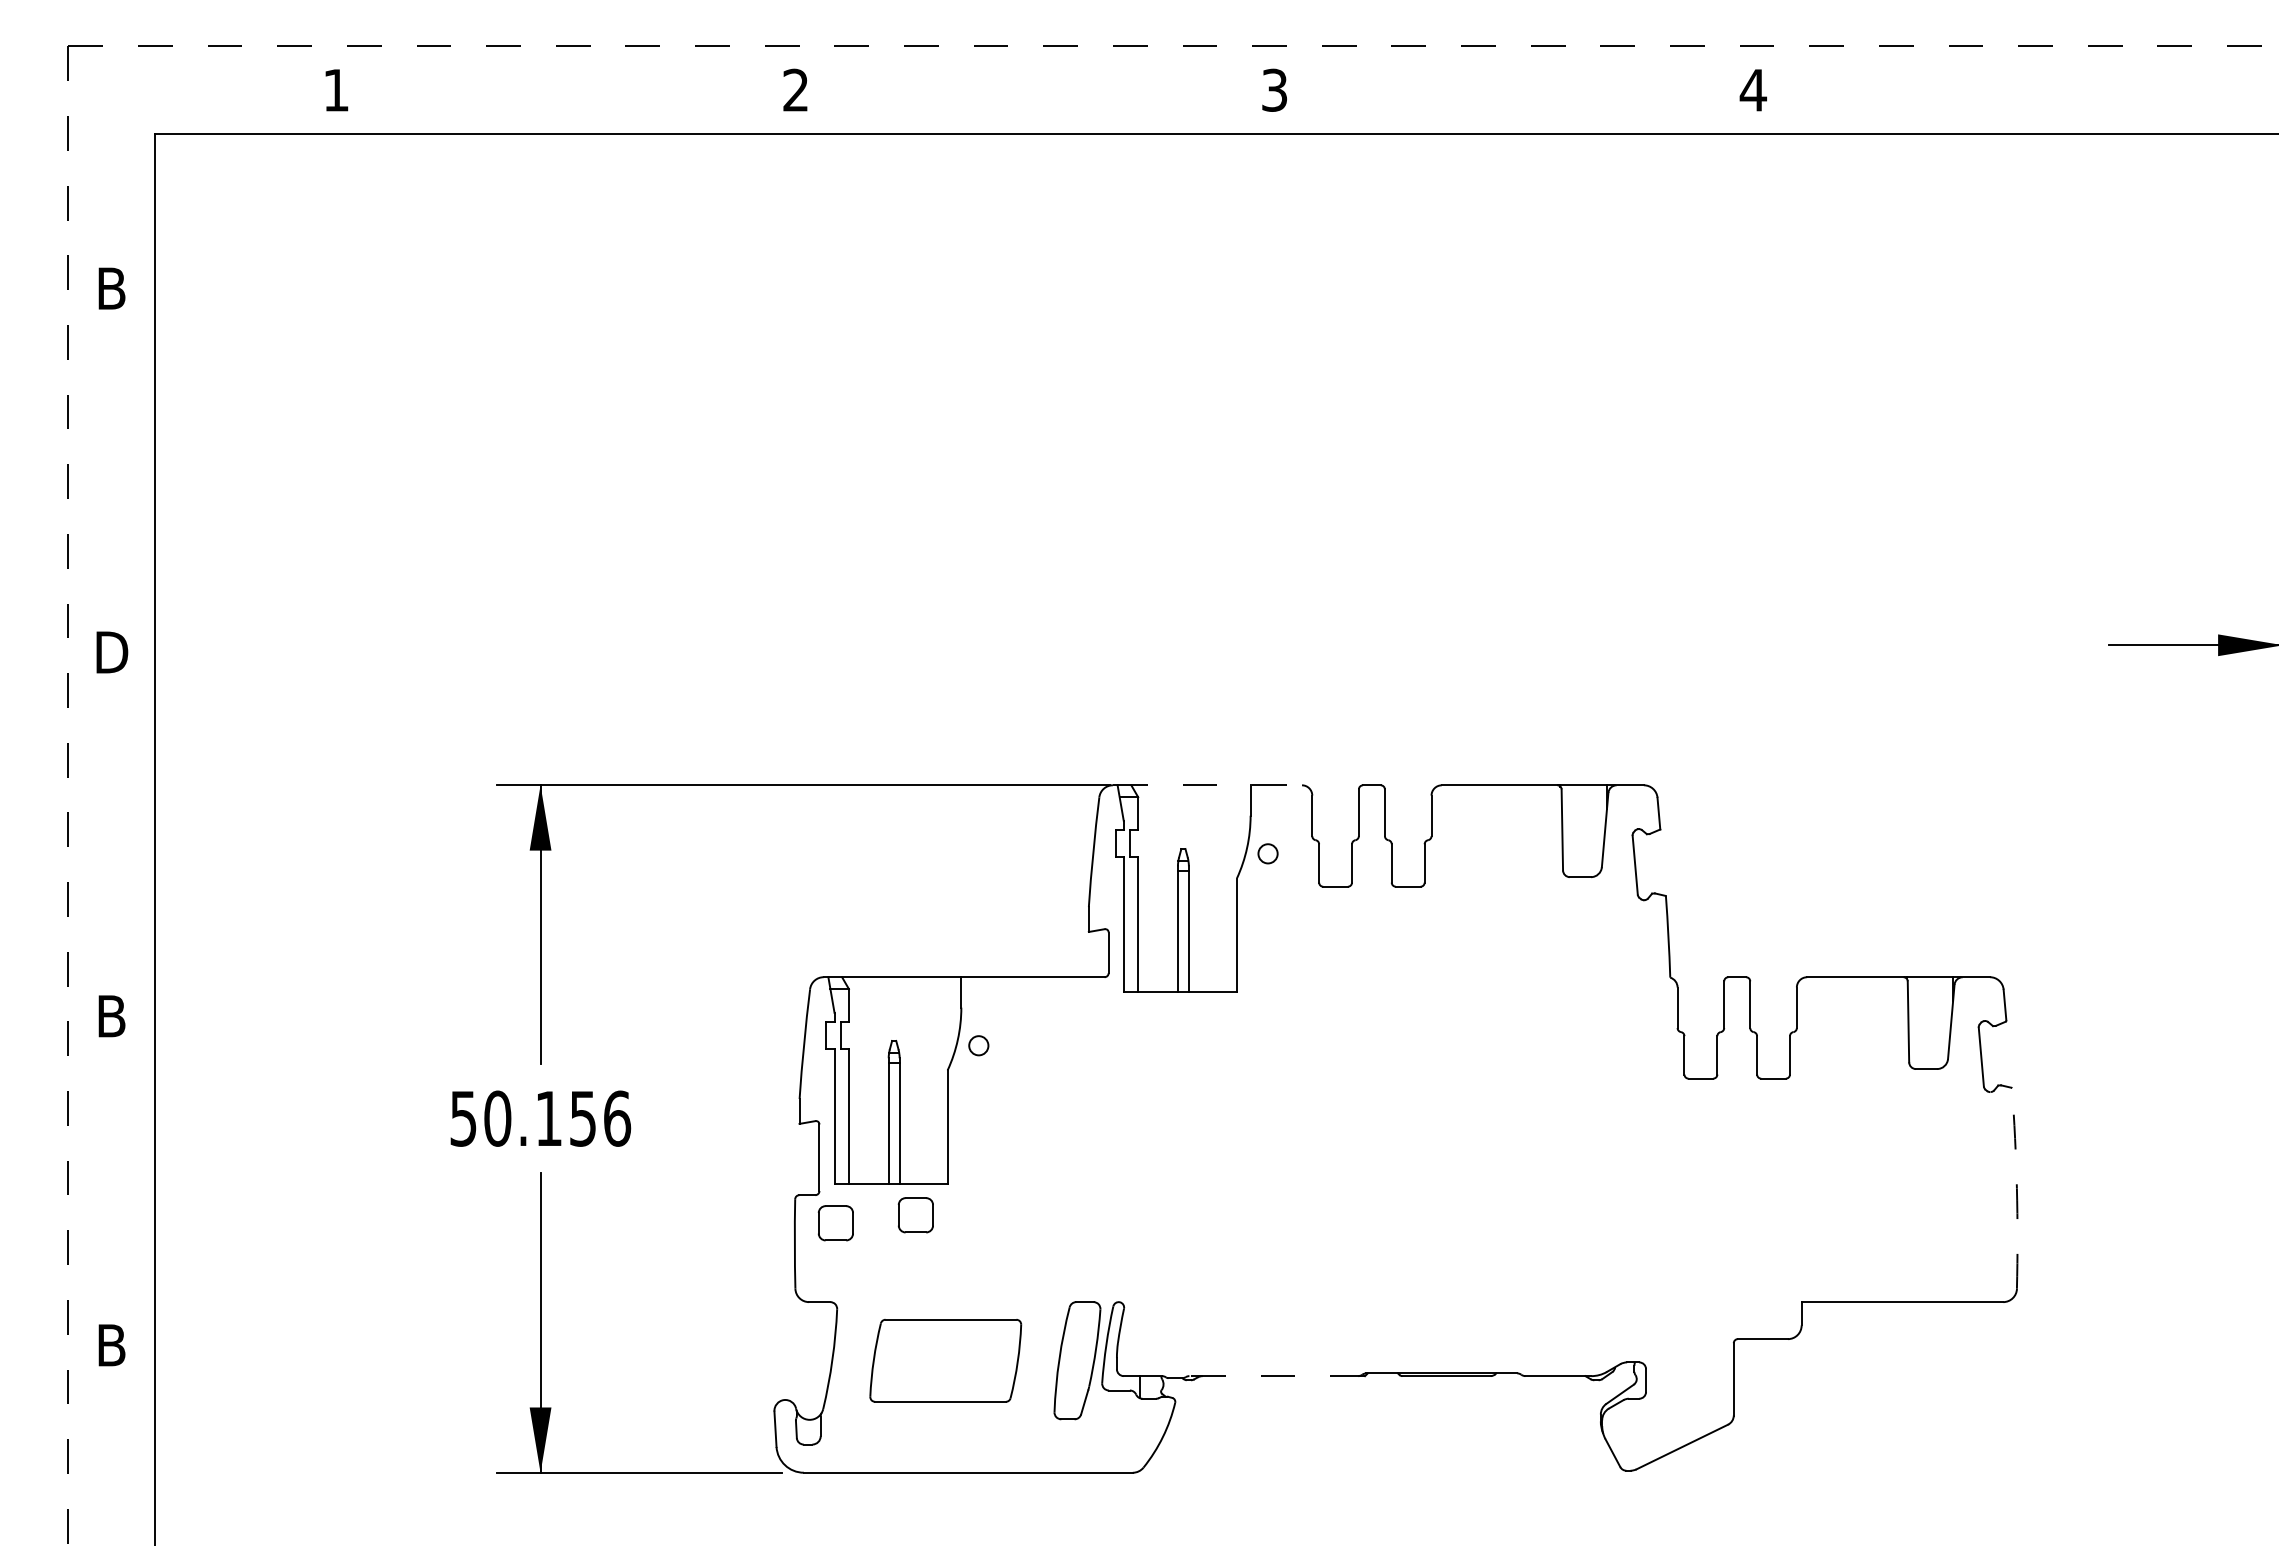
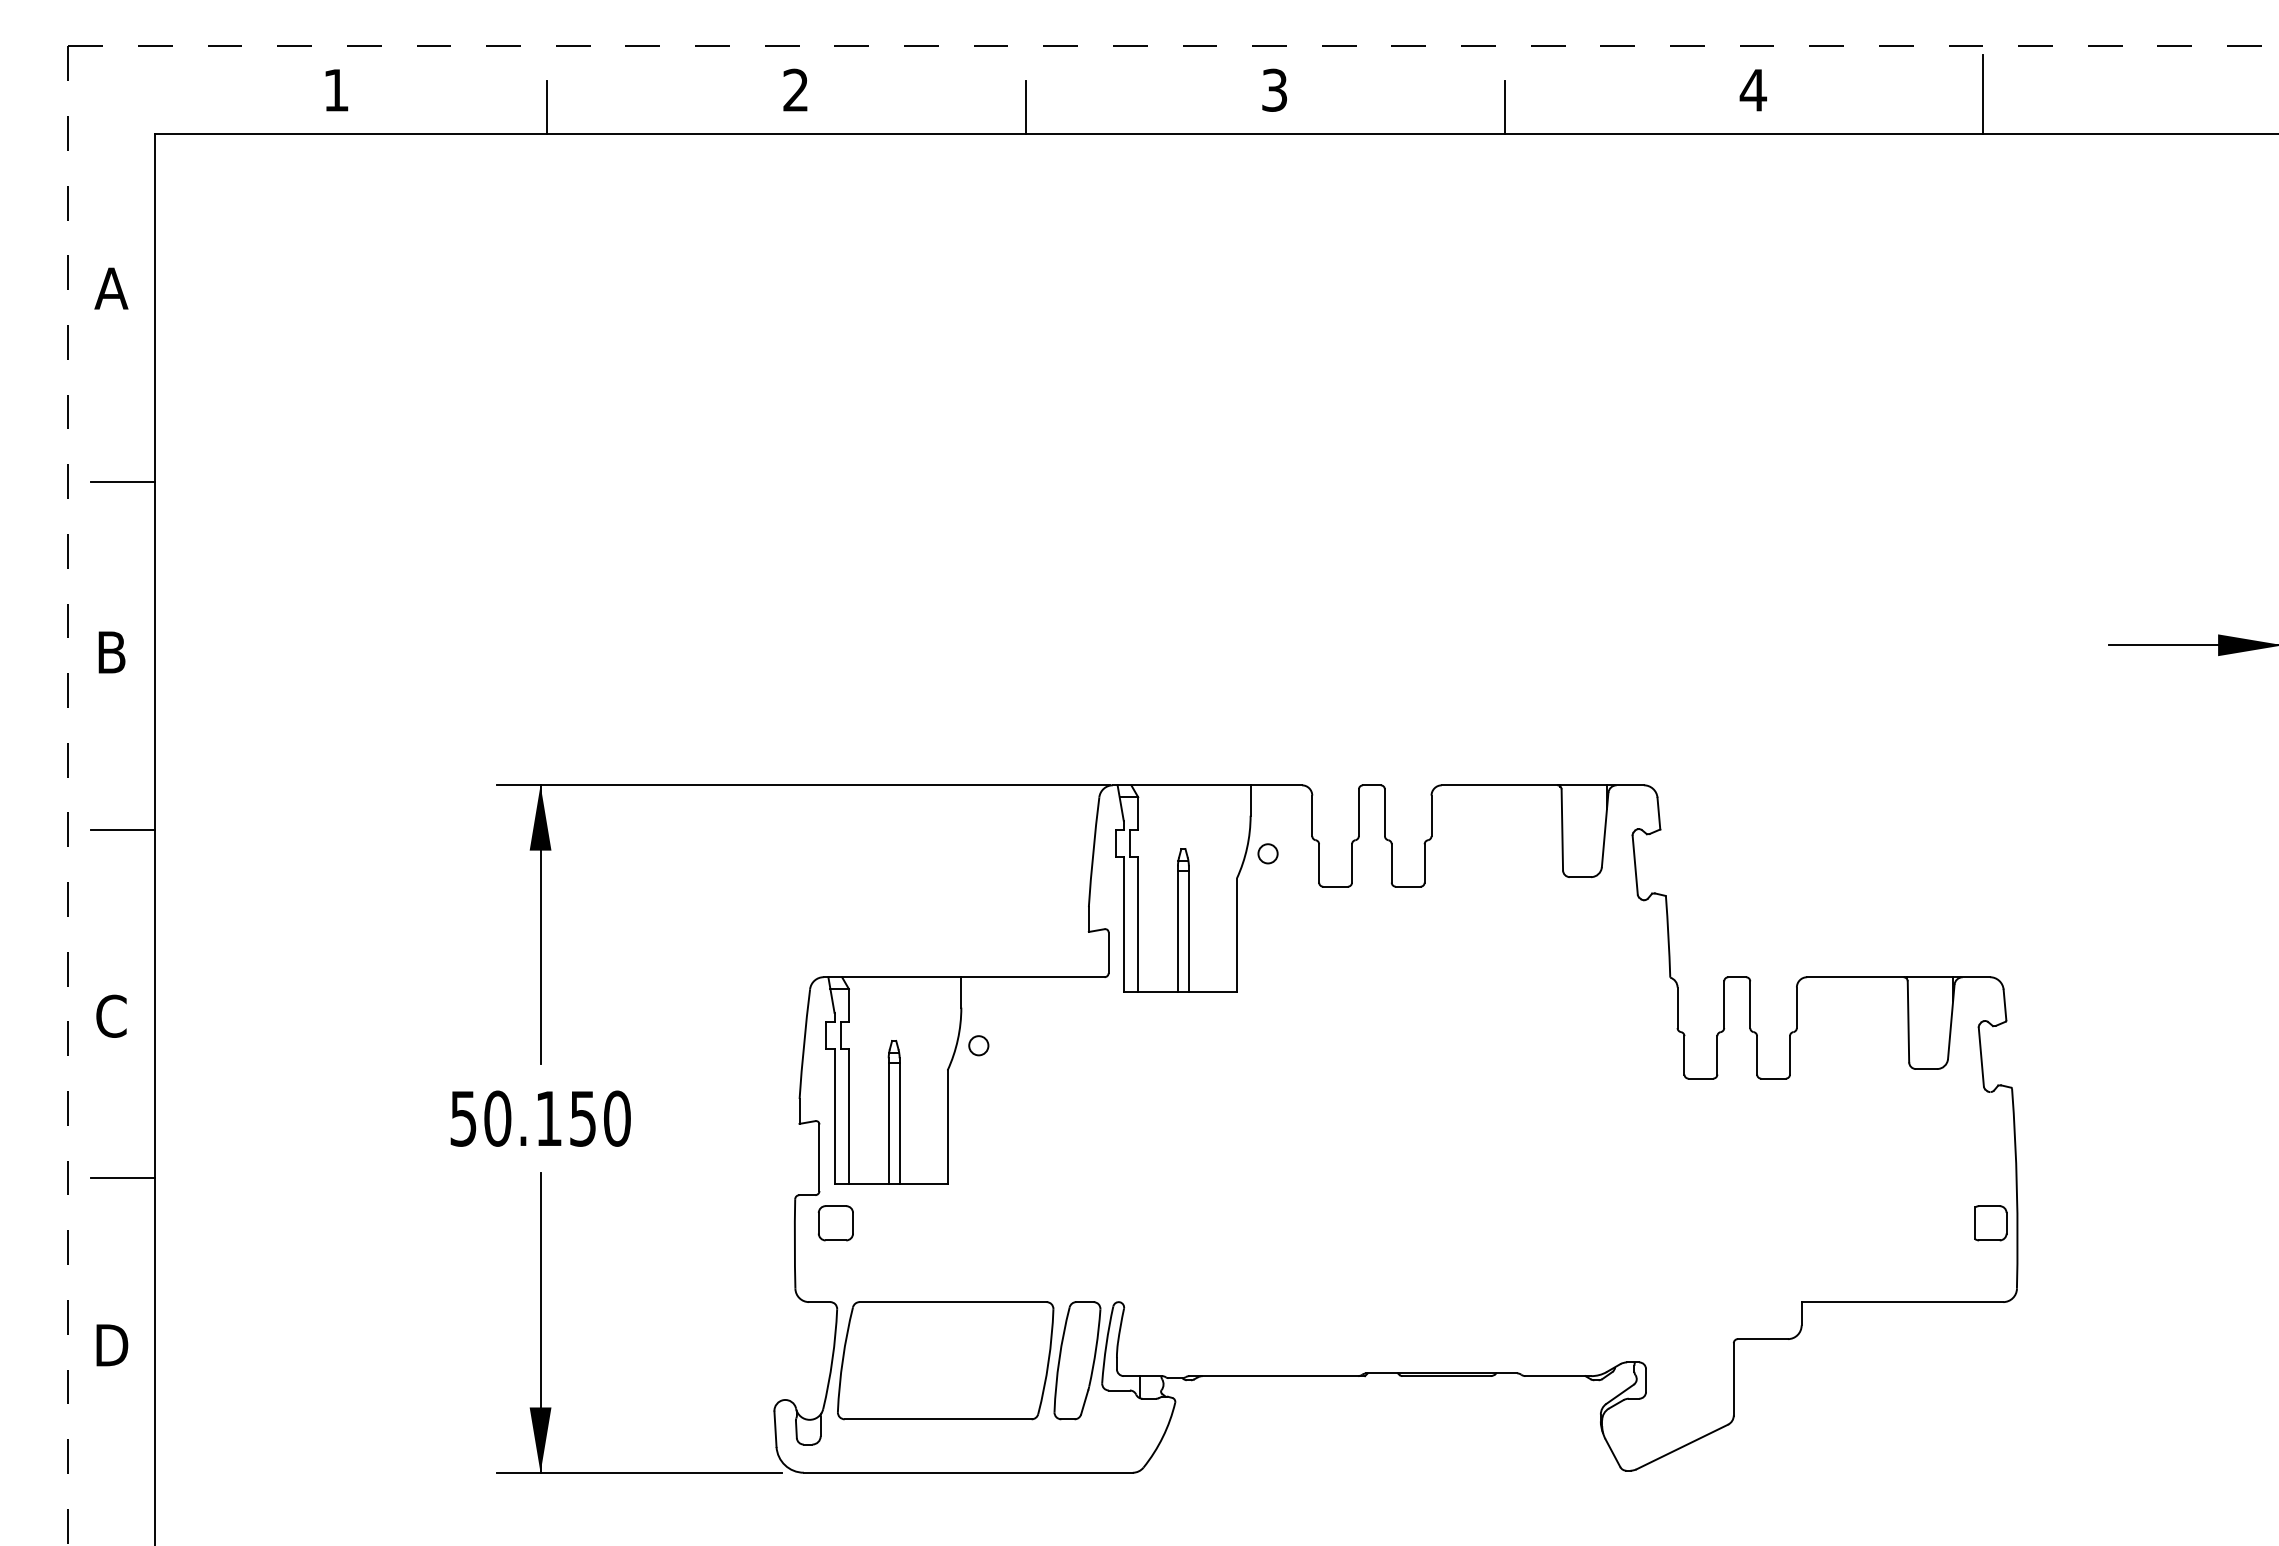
line at (1983, 94): none -> present
line at (547, 107): none -> present
line at (1025, 107): none -> present
line at (1504, 107): none -> present
text at (111, 288): B -> A
line at (122, 481): none -> present
text at (112, 652): D -> B
line at (1207, 785): dashed -> solid
line at (122, 829): none -> present
text at (111, 1015): B -> C
text at (617, 1118): 50.156 -> 50.150
line at (122, 1178): none -> present
arc at (2016, 1188): dashed -> solid
part at (915, 1215): present -> none
part at (1990, 1223): none -> present
text at (112, 1345): B -> D
part at (945, 1360) size: 154x84 px -> 218x120 px
line at (1277, 1376): dashed -> solid
